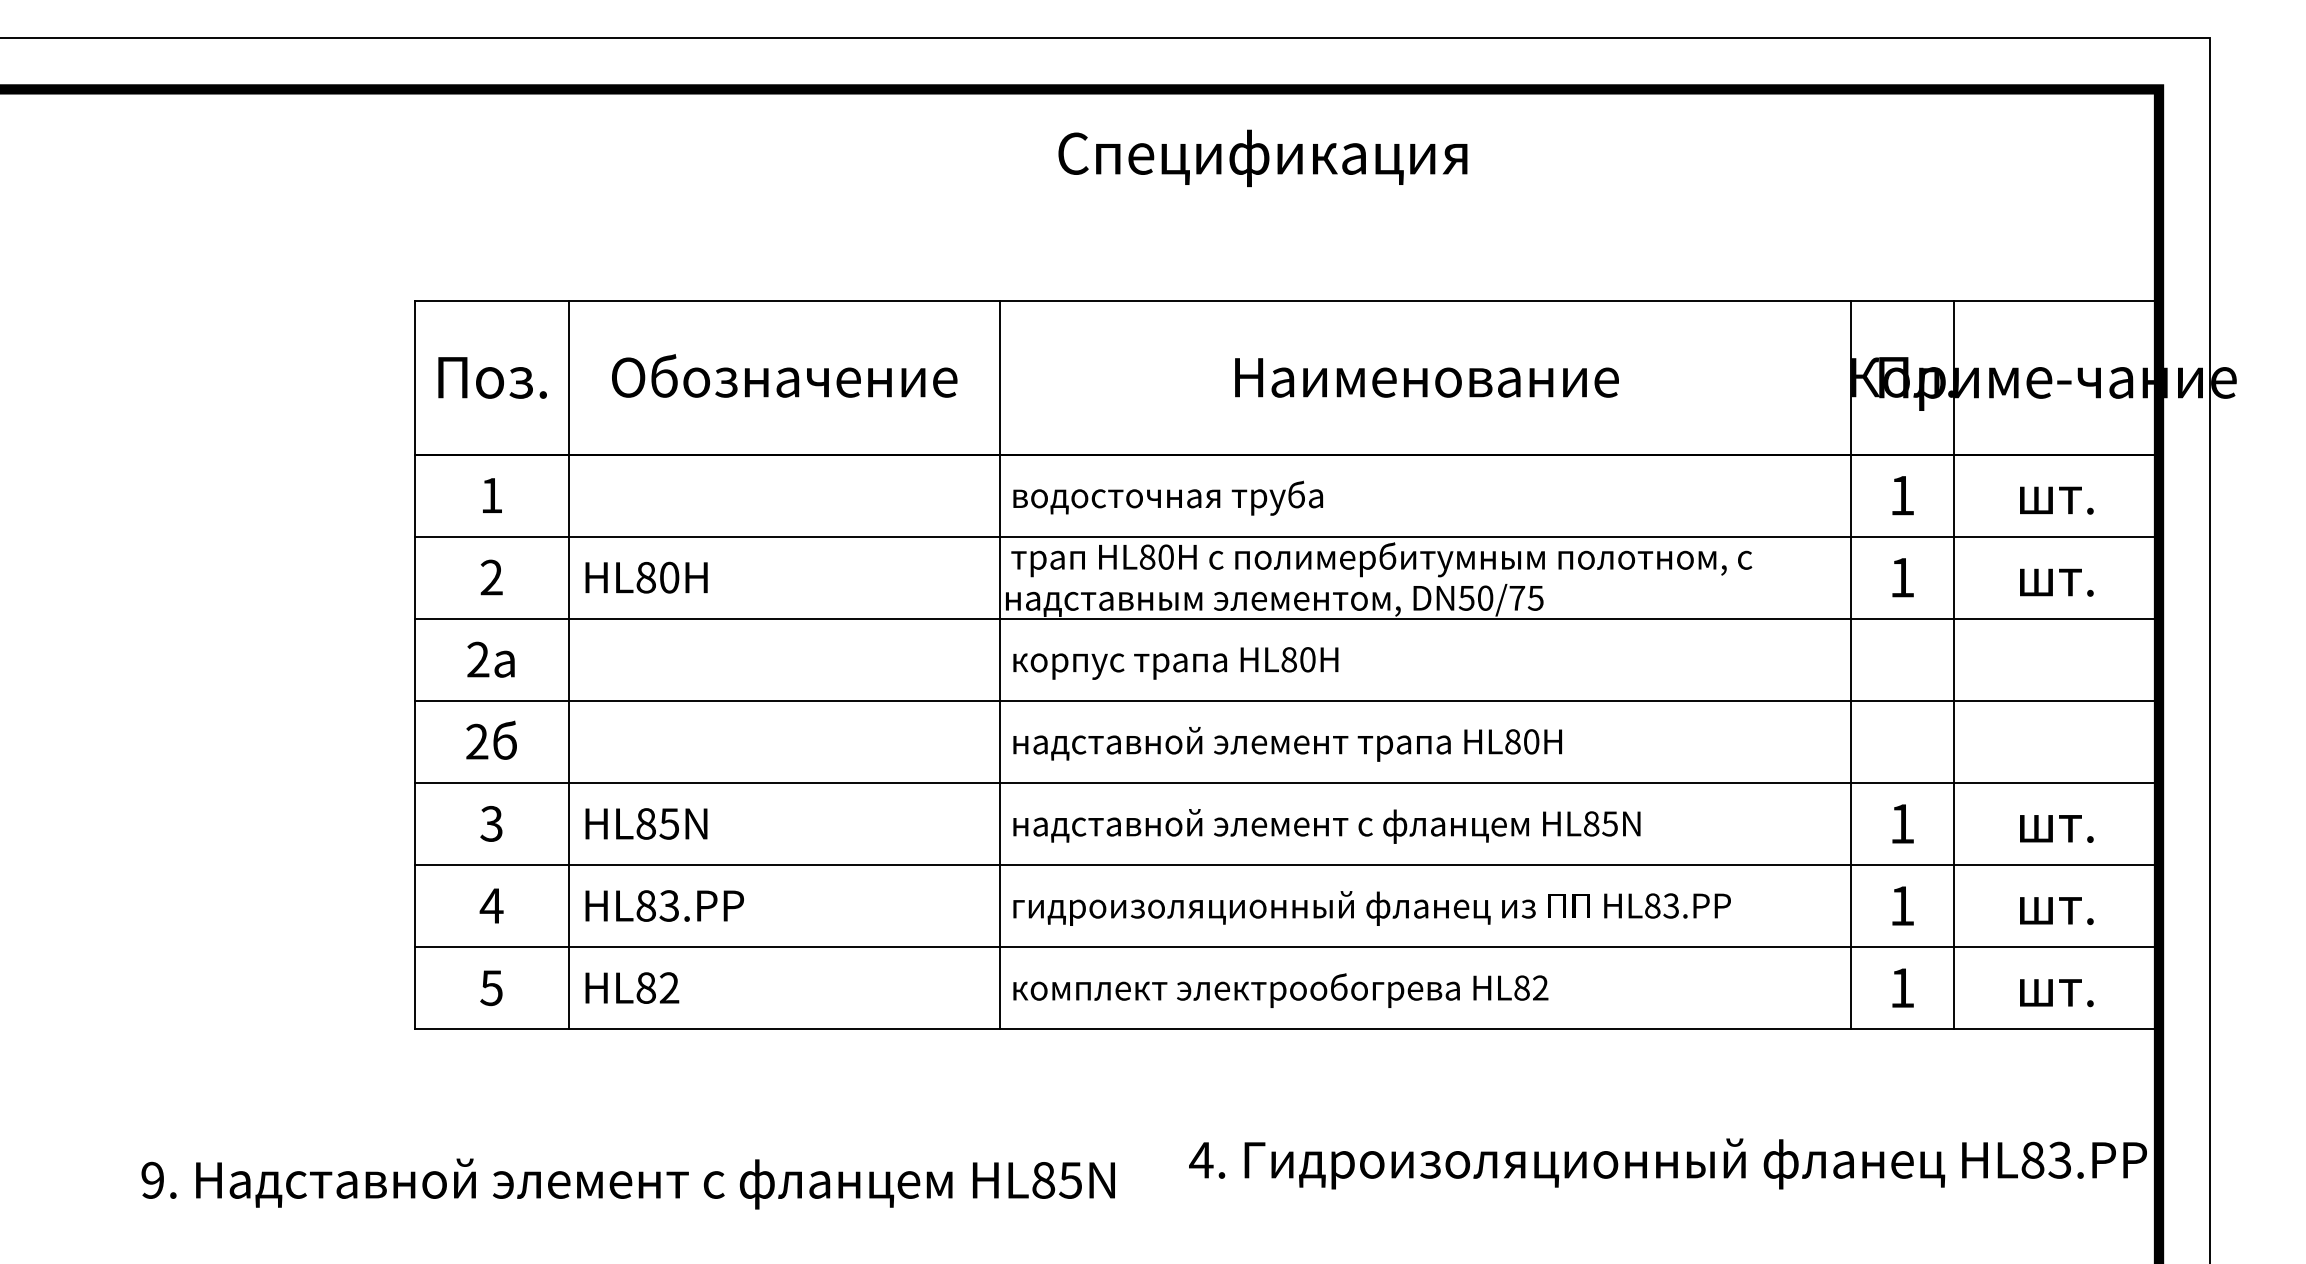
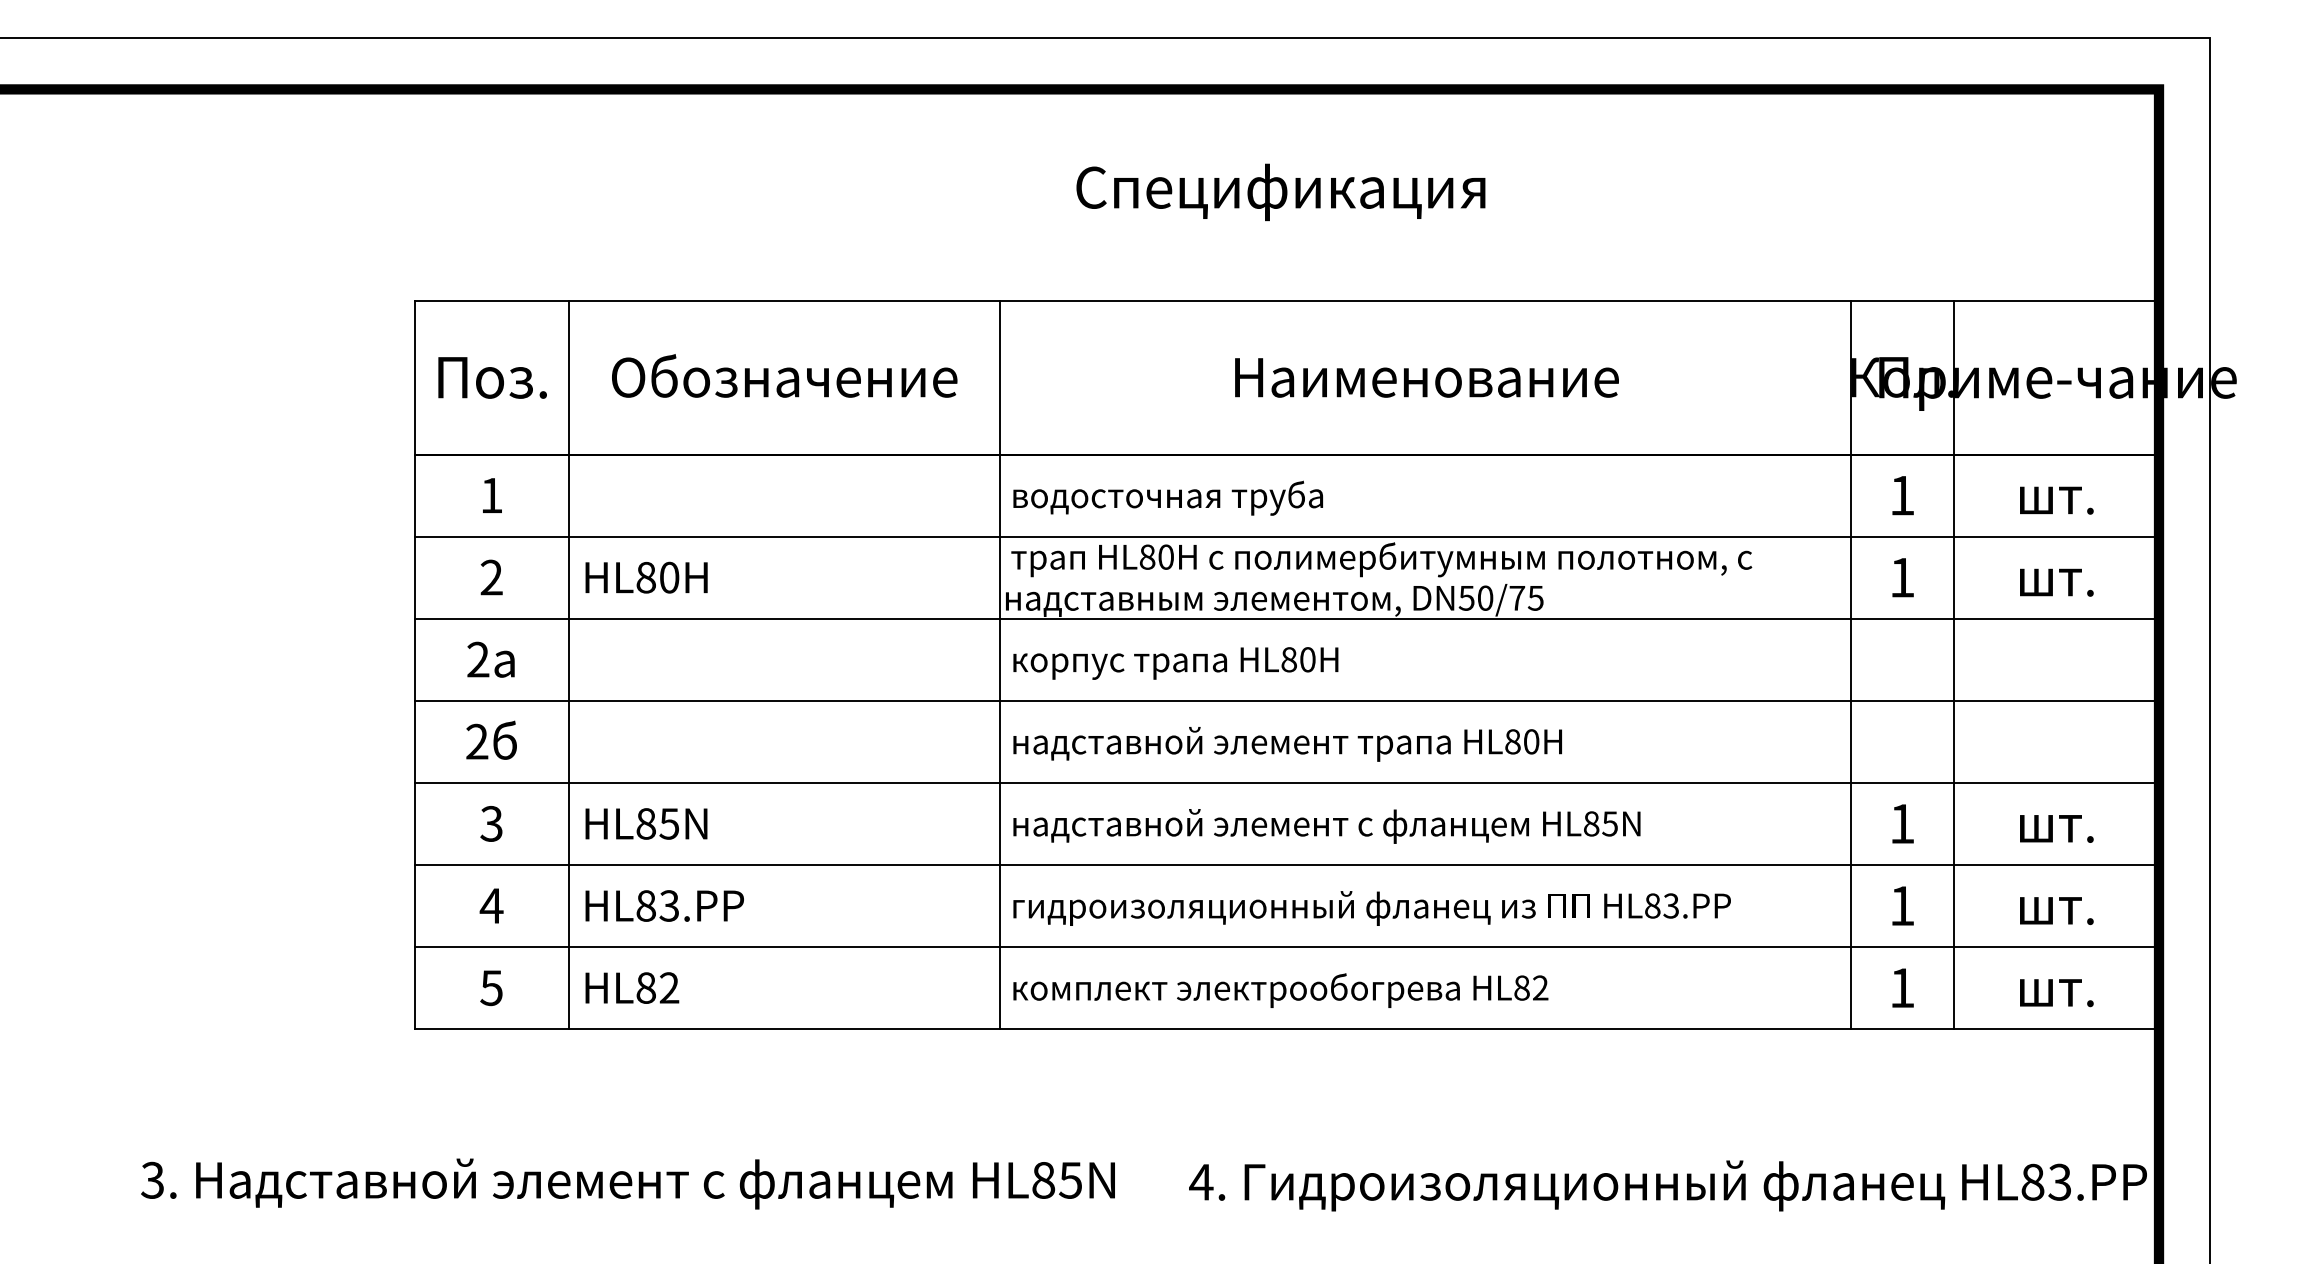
text at (1262, 158) position: (1262, 158) -> (1280, 192)
text at (1667, 1163) position: (1667, 1163) -> (1667, 1185)
text at (152, 1180): 9. -> 3.
